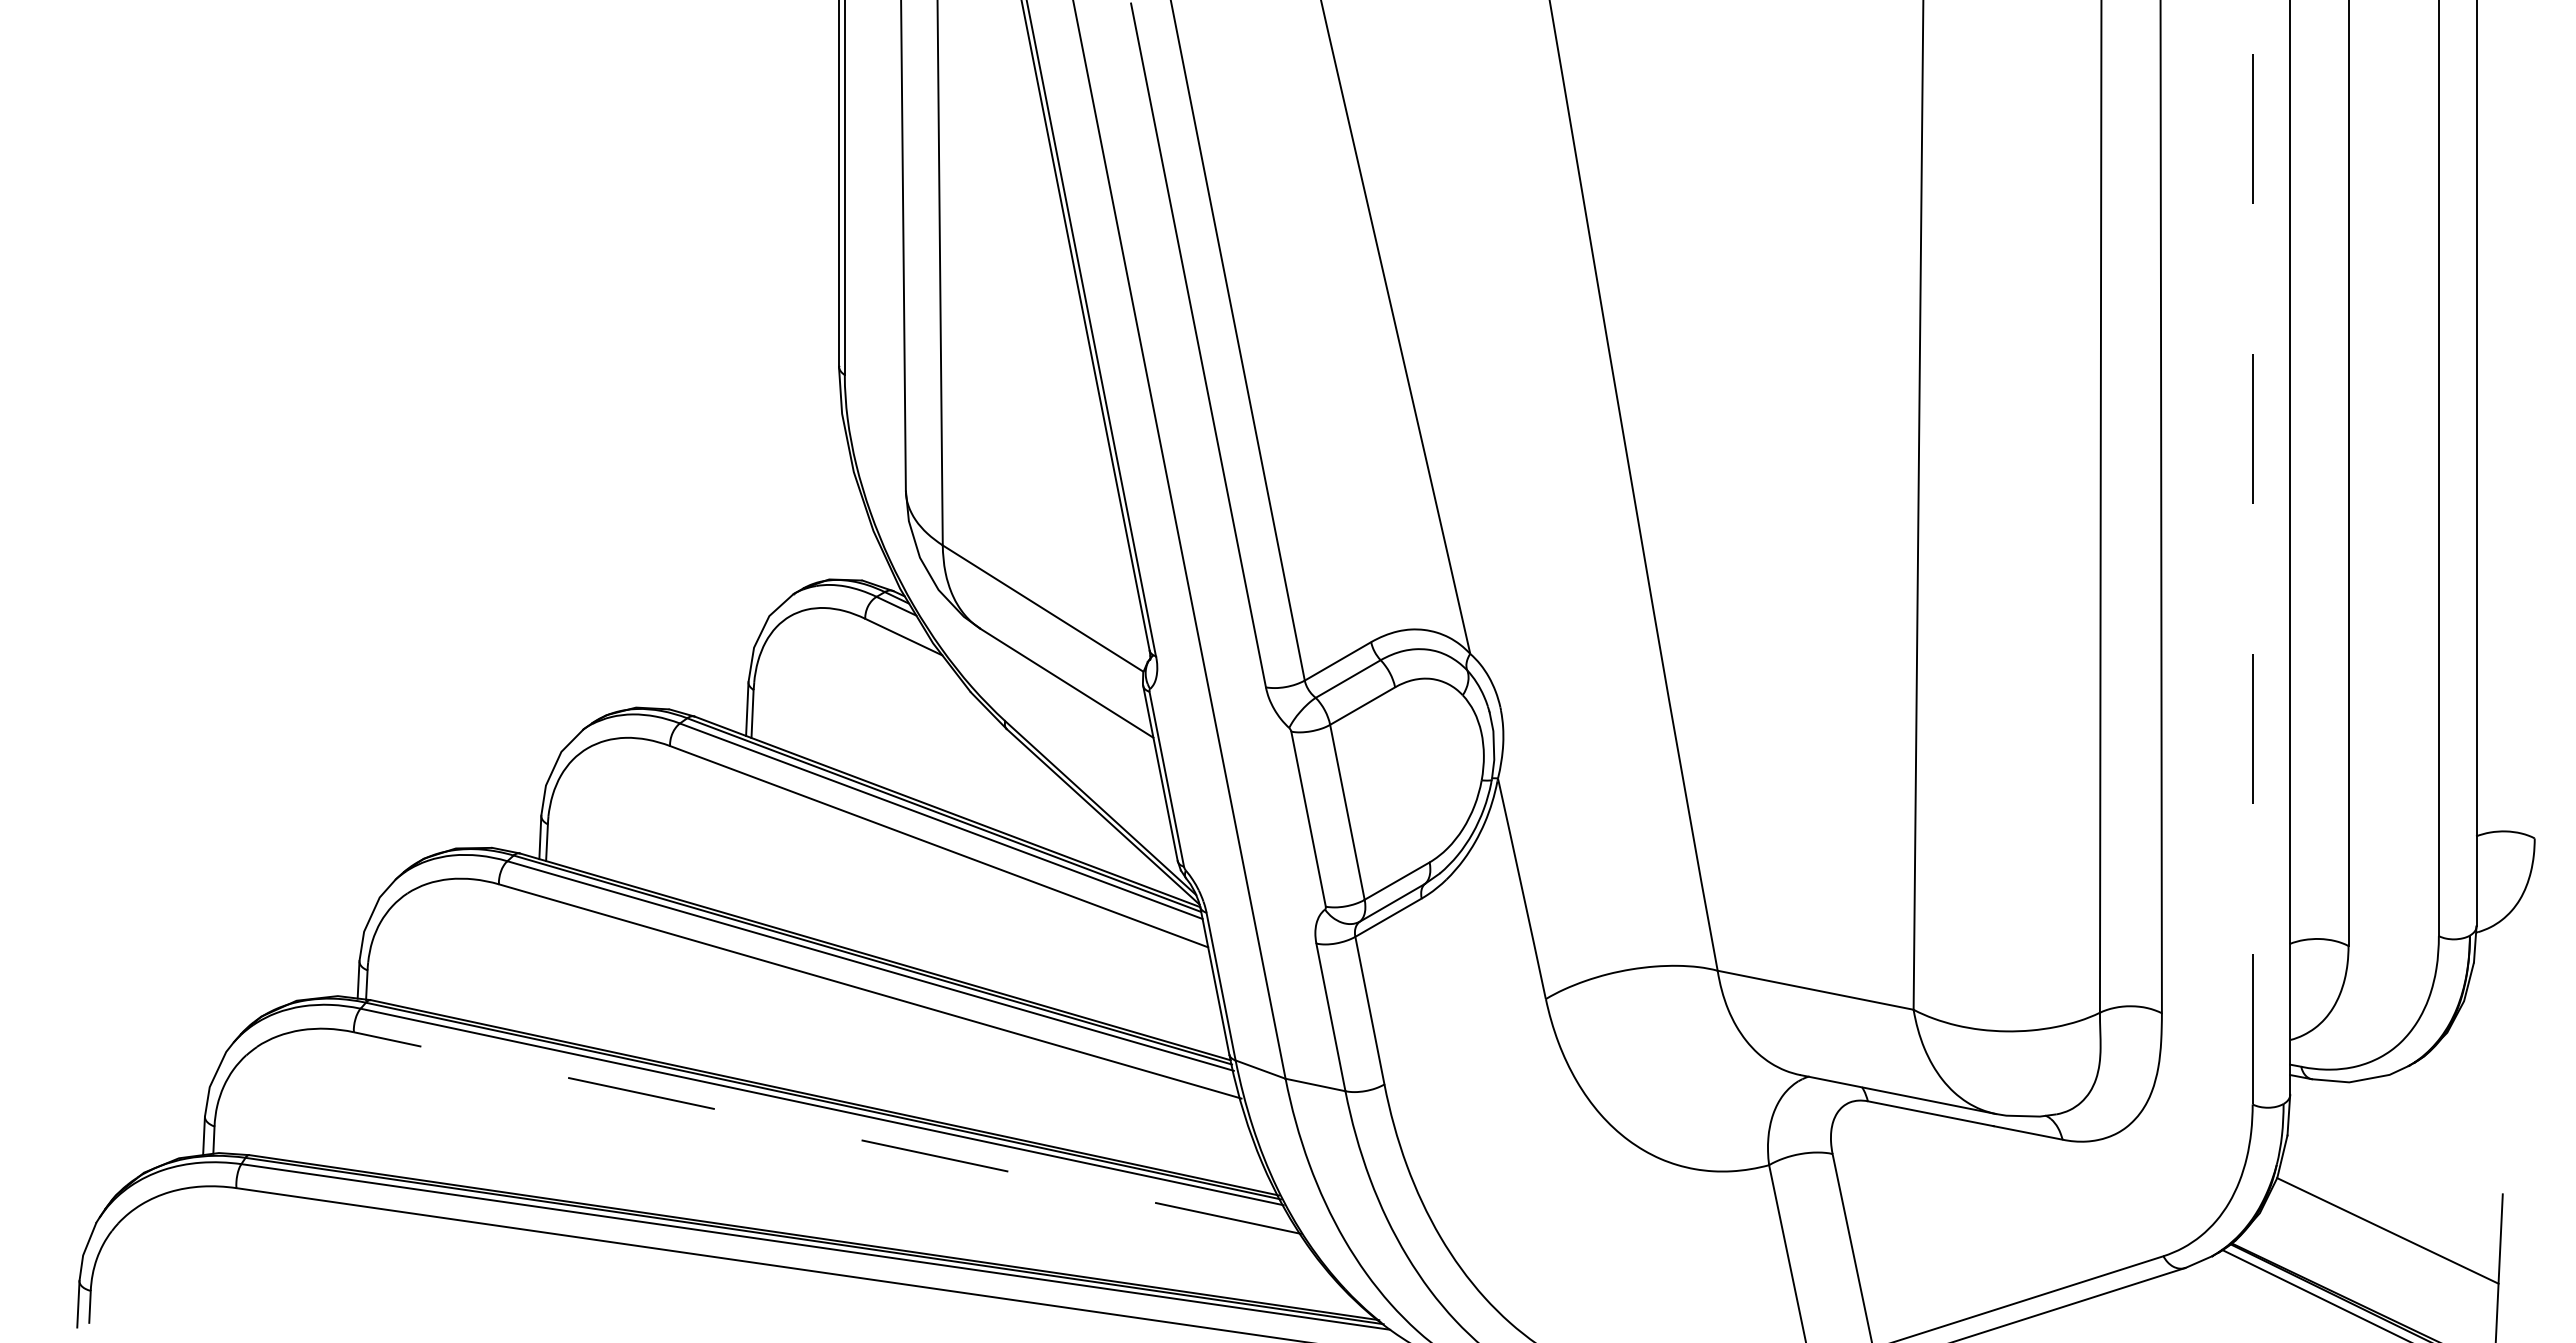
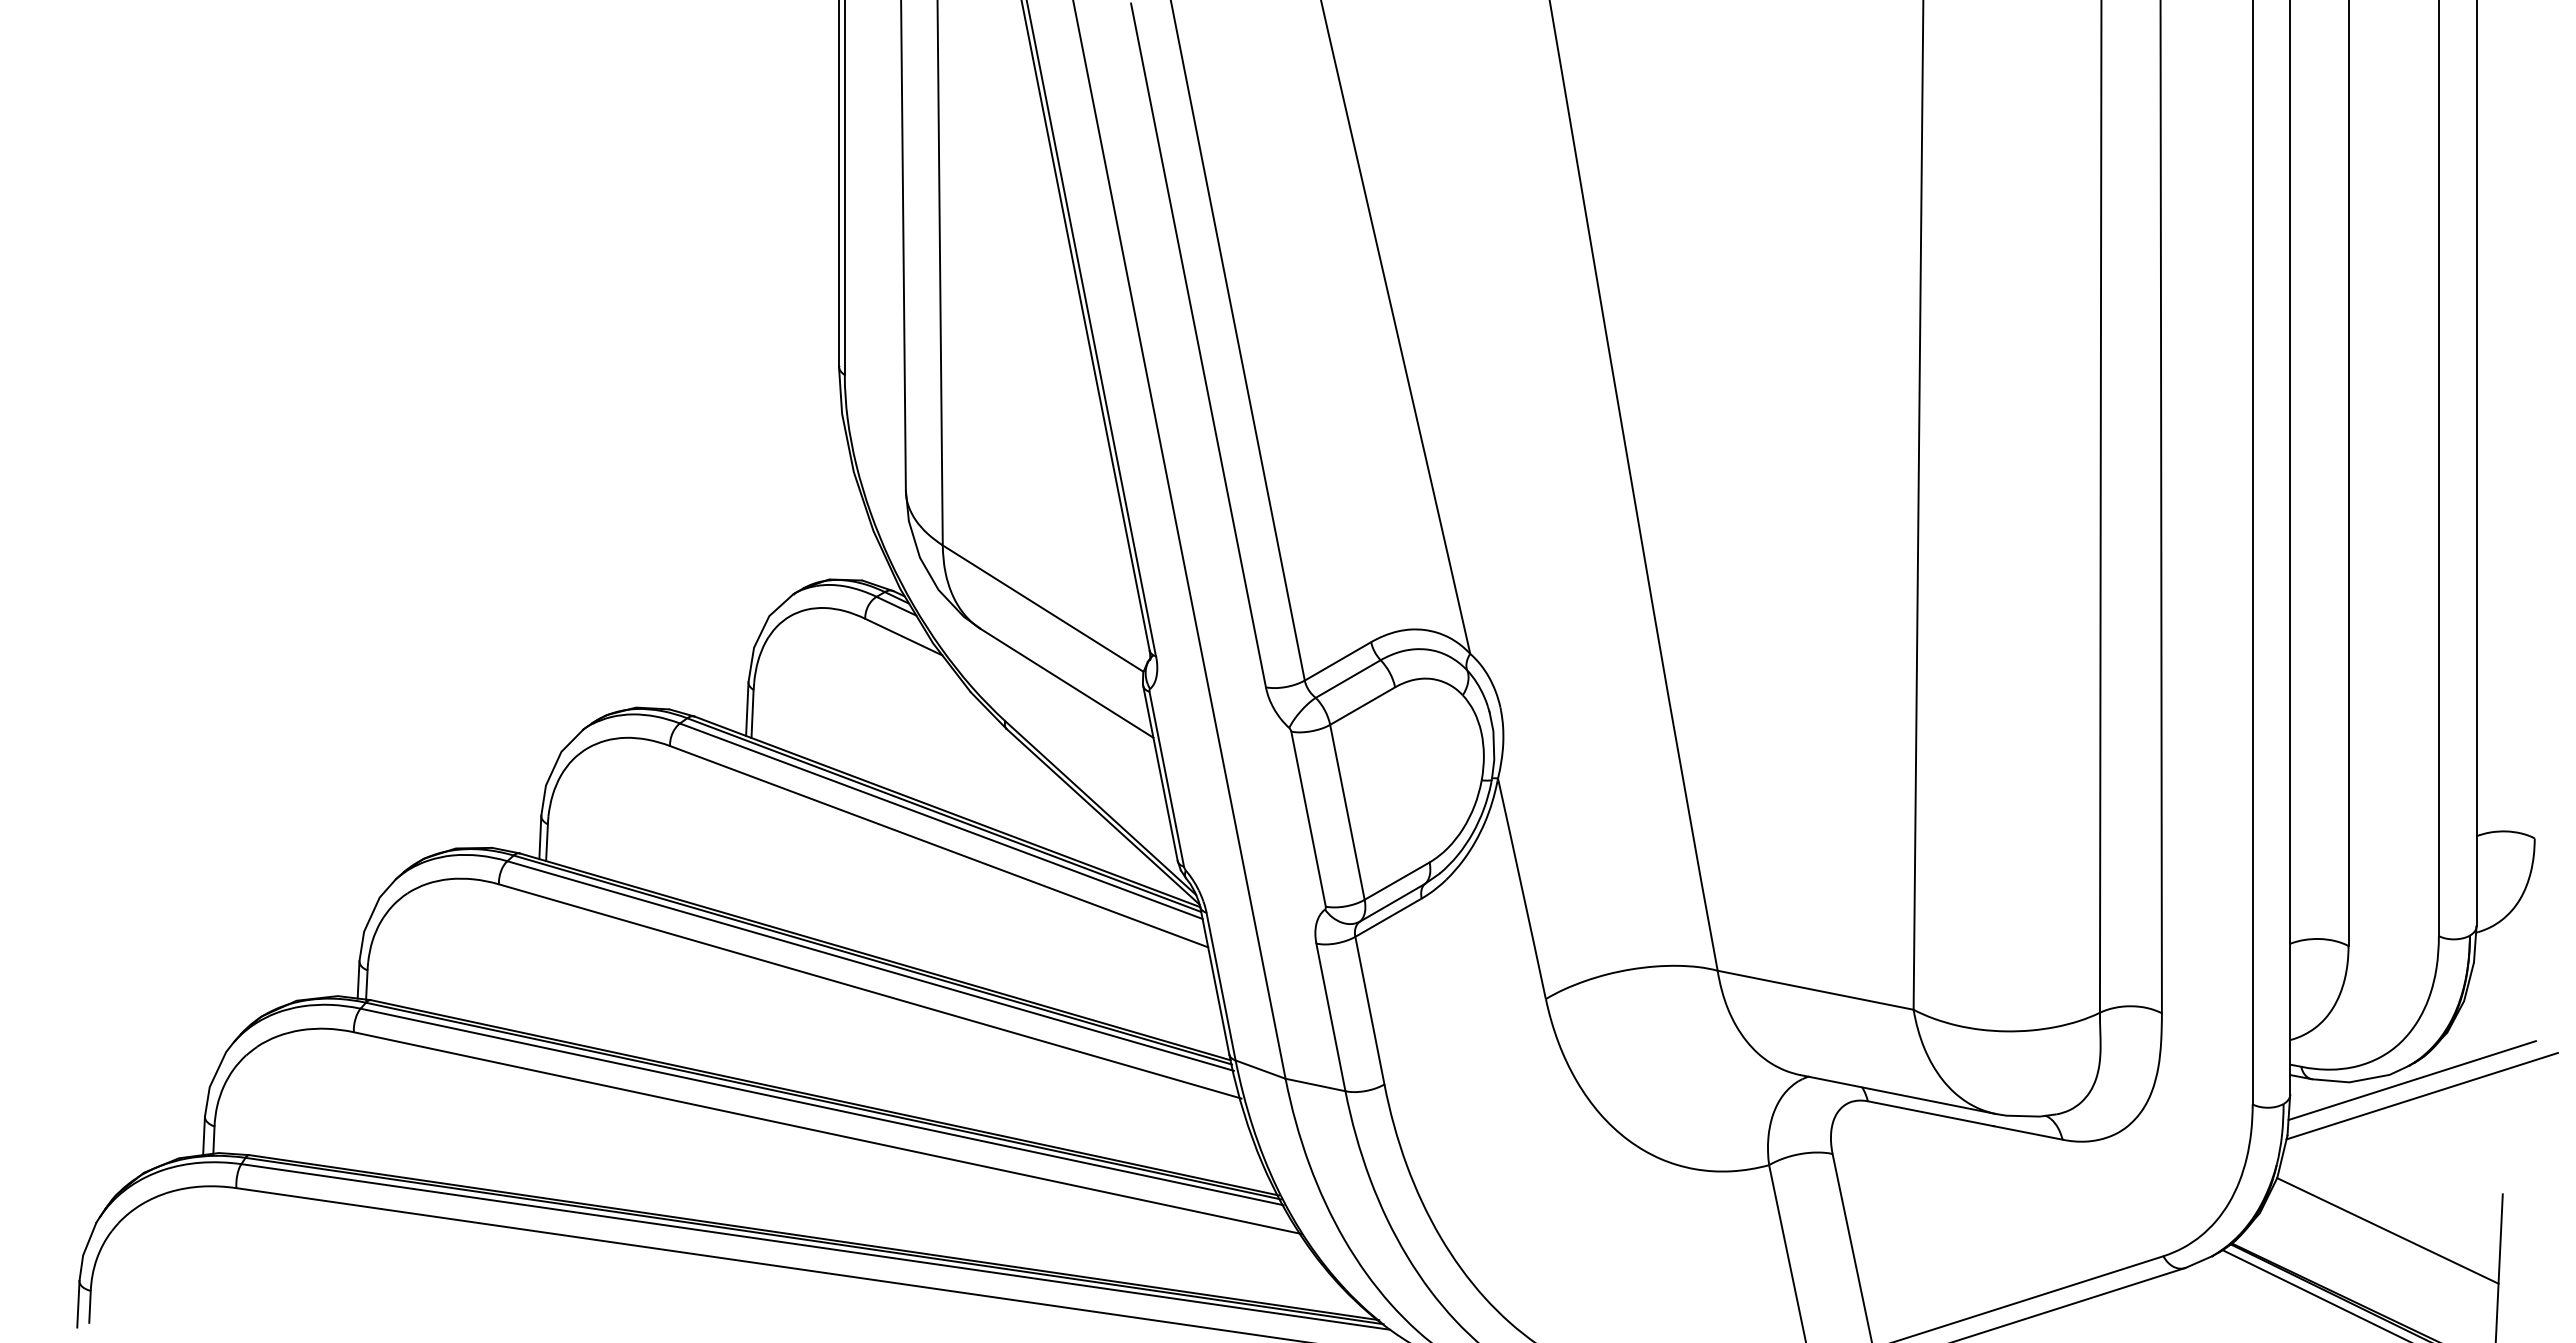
line at (2252, 552): dashed -> solid
line at (2411, 1080): none -> present
line at (2422, 1095): none -> present
line at (827, 1133): dashed -> solid
